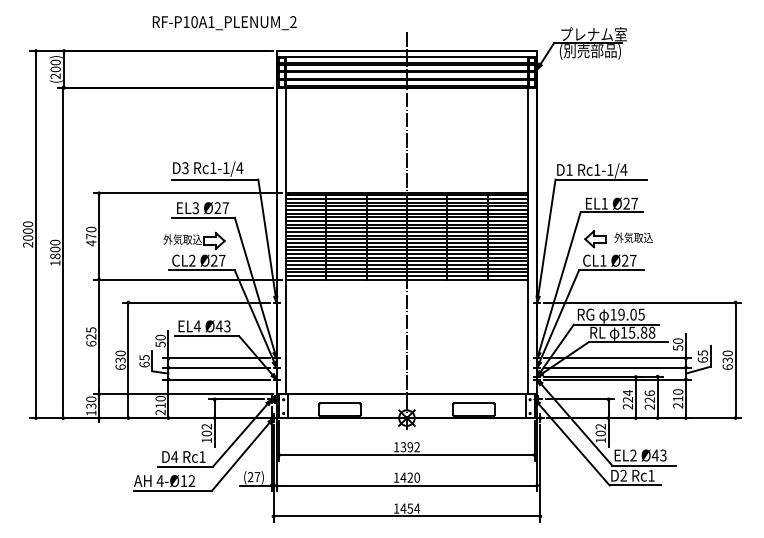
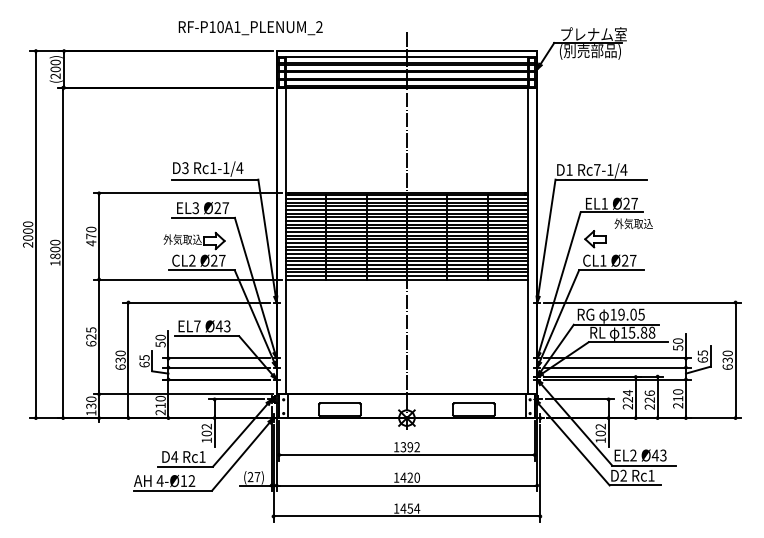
text at (224, 23) position: (224, 23) -> (250, 28)
text at (597, 169): Rc1-1/4 -> Rc7-1/4
text at (633, 237) position: (633, 237) -> (633, 223)
text at (196, 326): EL4 -> EL7
